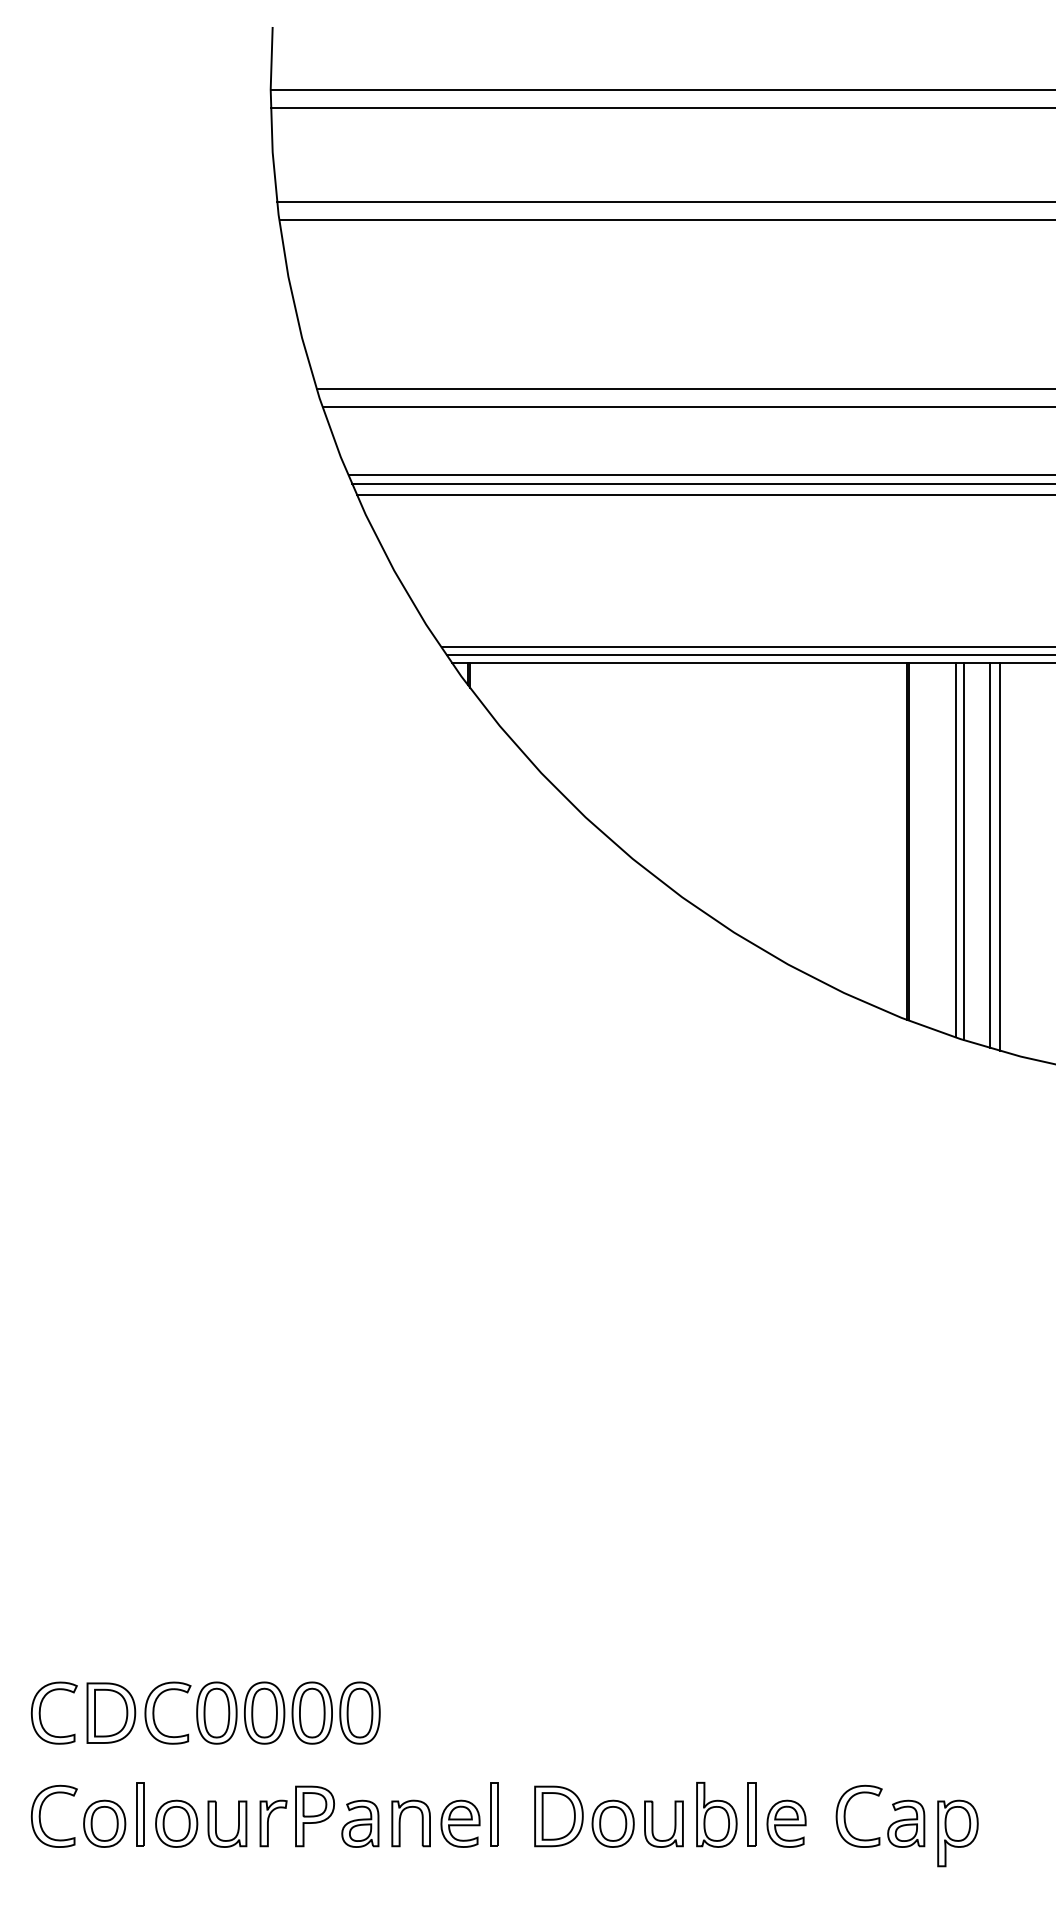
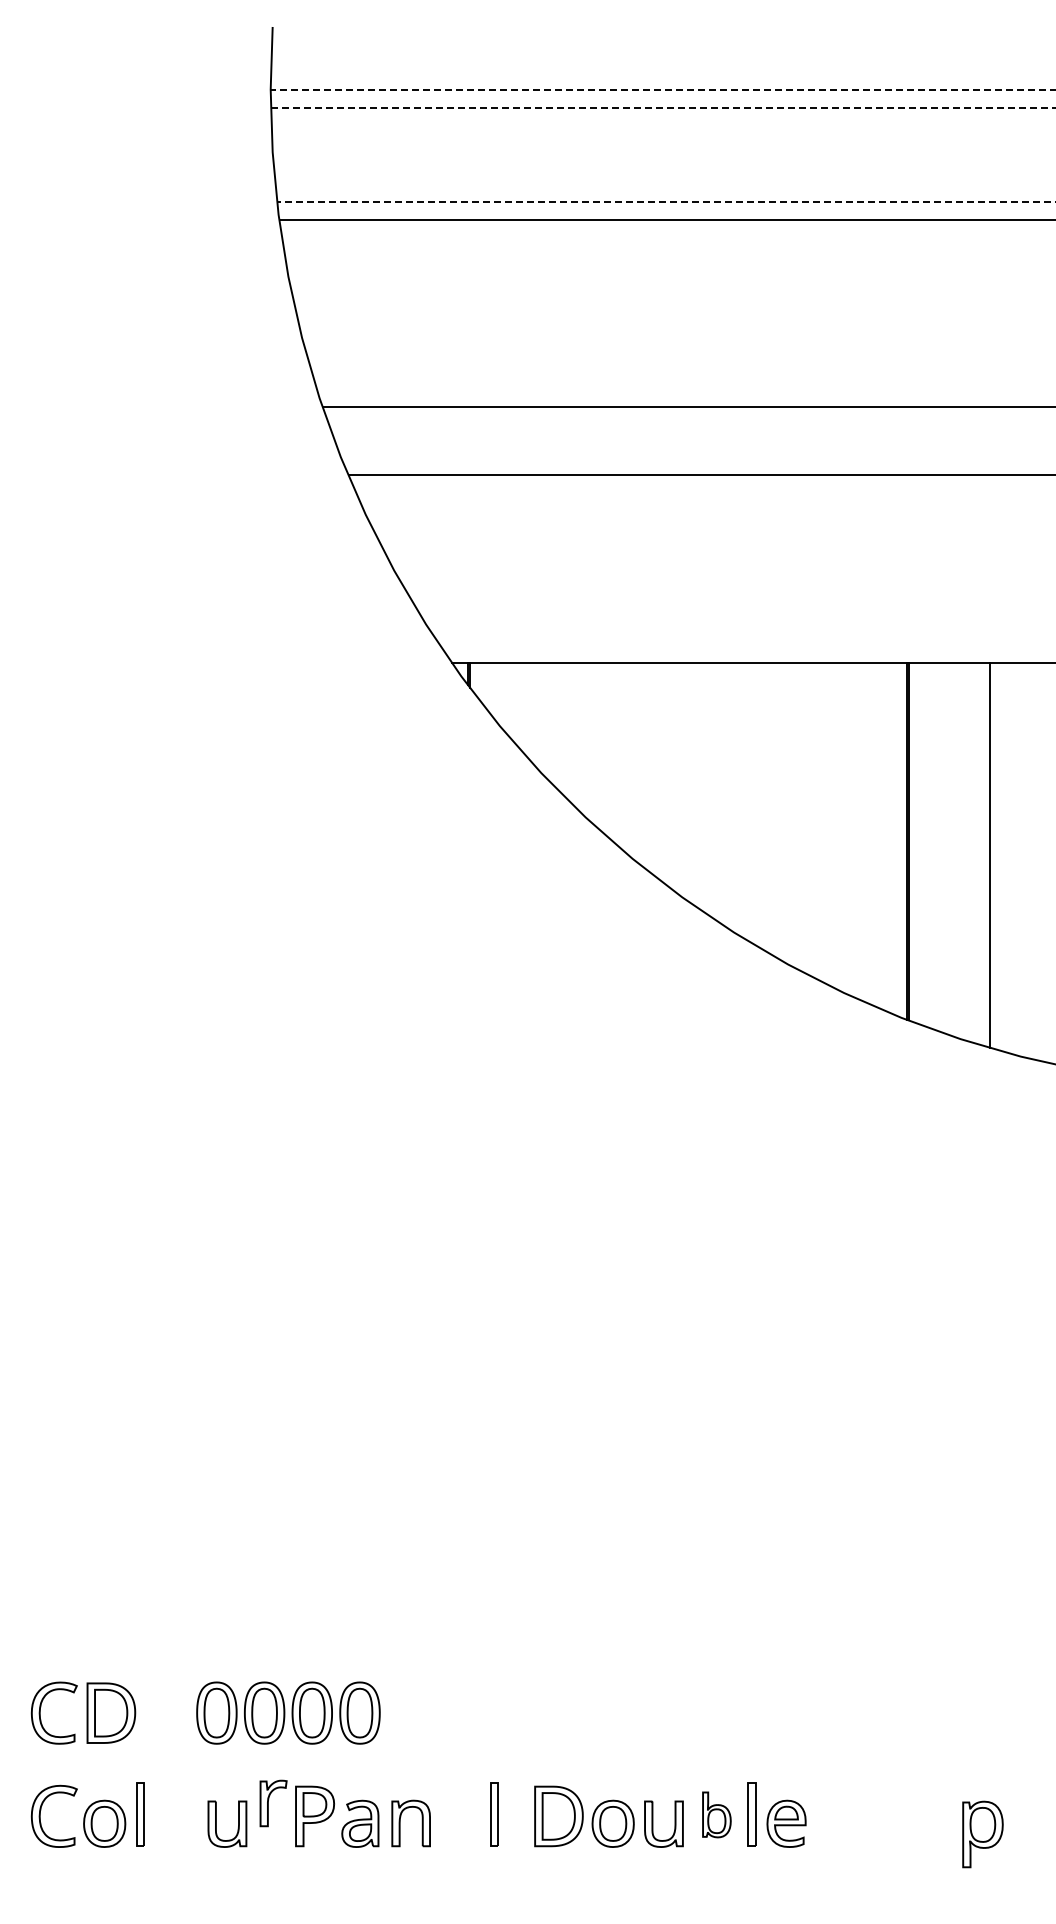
line at (662, 89): solid -> dashed
line at (663, 108): solid -> dashed
line at (666, 201): solid -> dashed
line at (684, 388): present -> none
line at (702, 483): present -> none
line at (704, 495): present -> none
line at (746, 647): present -> none
line at (749, 655): present -> none
line at (955, 850): present -> none
line at (963, 851): present -> none
line at (999, 856): present -> none
part at (154, 1712): present -> none
part at (716, 1814) size: 42x66 px -> 30x48 px
part at (176, 1823): present -> none
part at (273, 1823) position: (273, 1823) -> (273, 1803)
part at (460, 1823): present -> none
part at (890, 1824): present -> none
part at (957, 1833) position: (957, 1833) -> (982, 1834)
